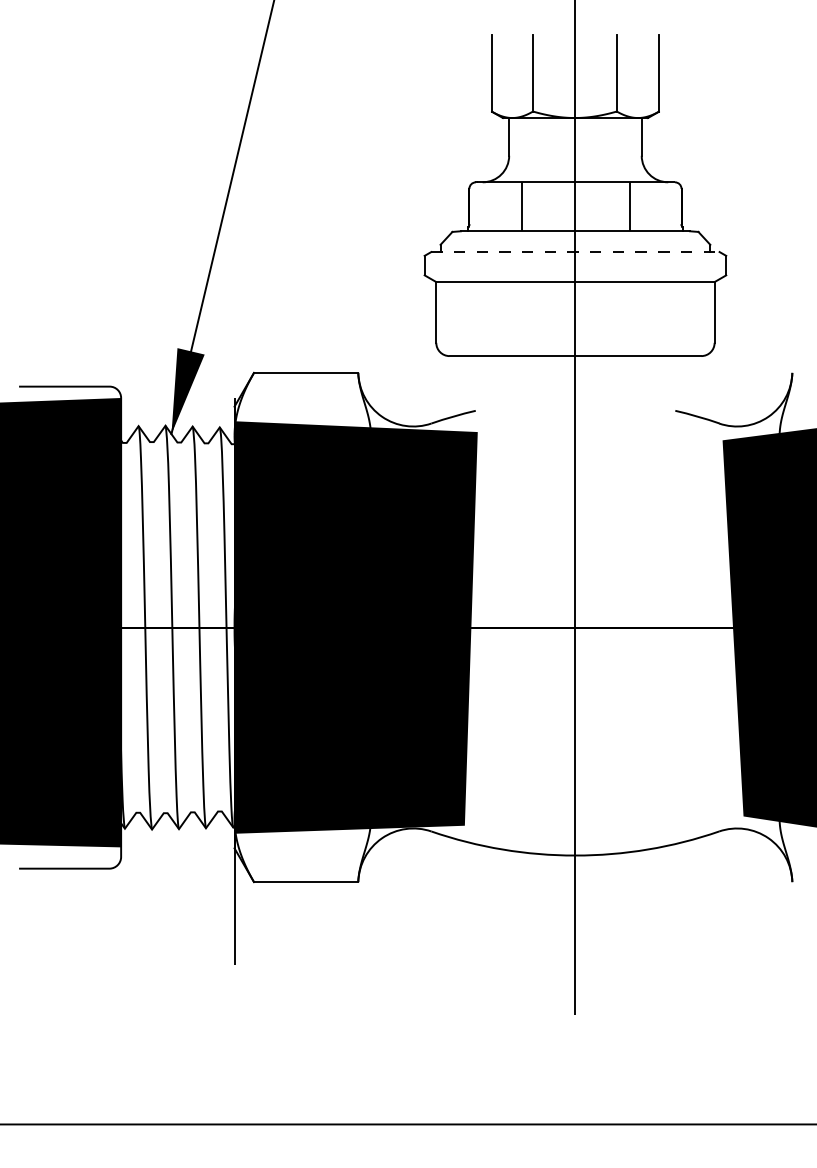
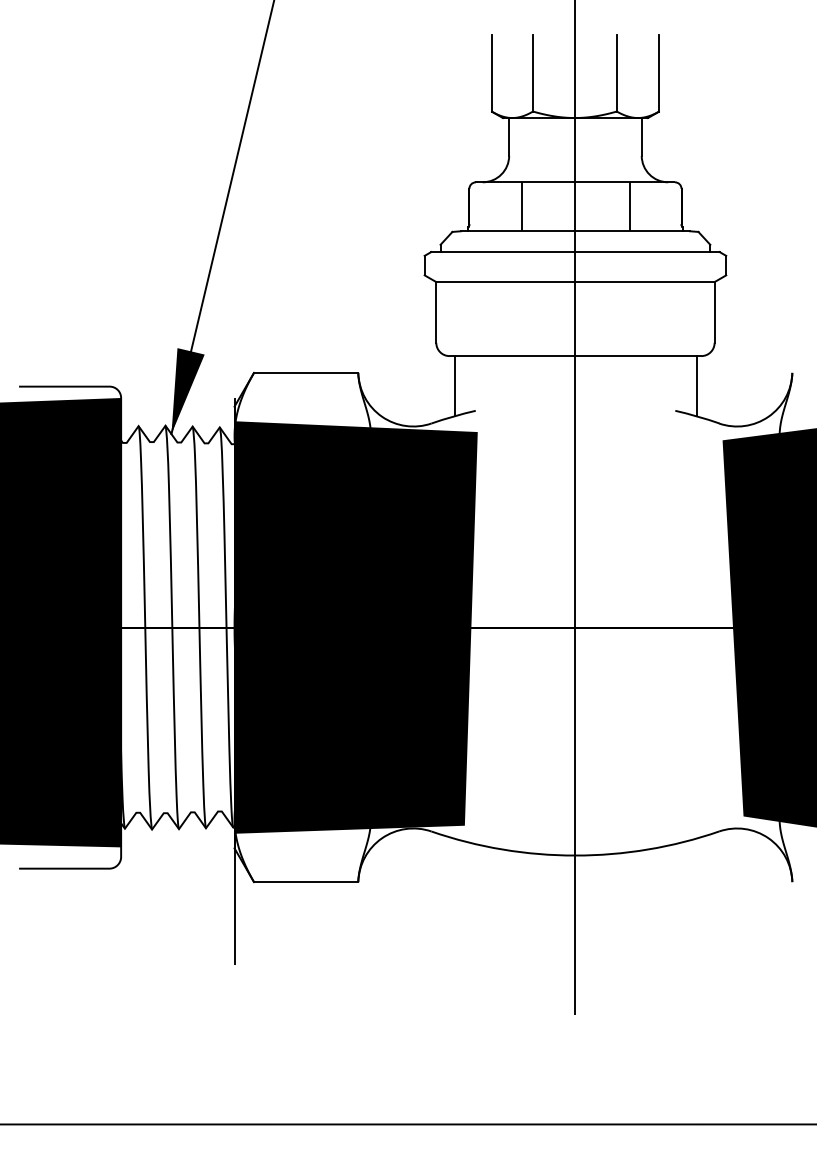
line at (575, 252): dashed -> solid
line at (455, 386): none -> present
line at (696, 386): none -> present
